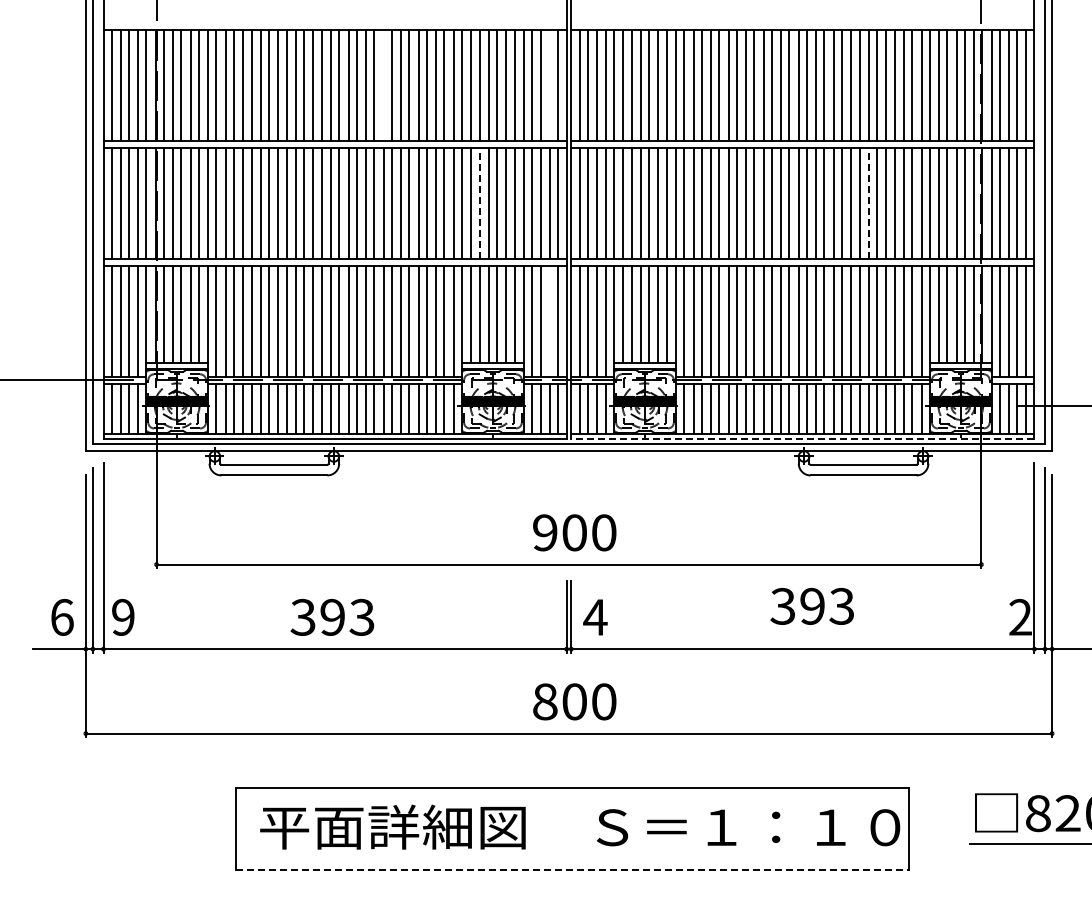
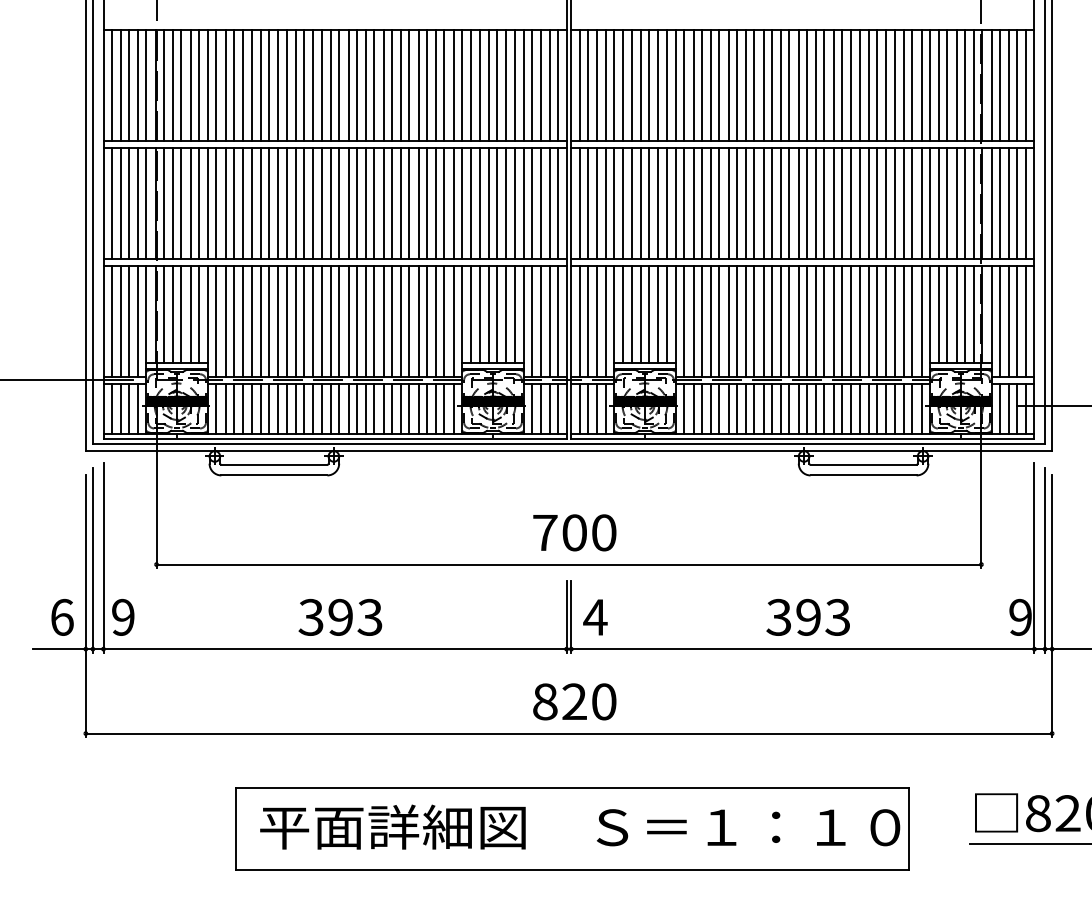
line at (383, 85): none -> present
line at (549, 85): none -> present
line at (479, 203): dashed -> solid
line at (868, 203): dashed -> solid
line at (549, 321): none -> present
line at (802, 439): dashed -> solid
text at (545, 532): 900 -> 700
text at (811, 606) position: (811, 606) -> (807, 617)
text at (332, 617) position: (332, 617) -> (340, 617)
text at (1020, 617): 2 -> 9
text at (574, 701): 800 -> 820
line at (573, 870): dashed -> solid
